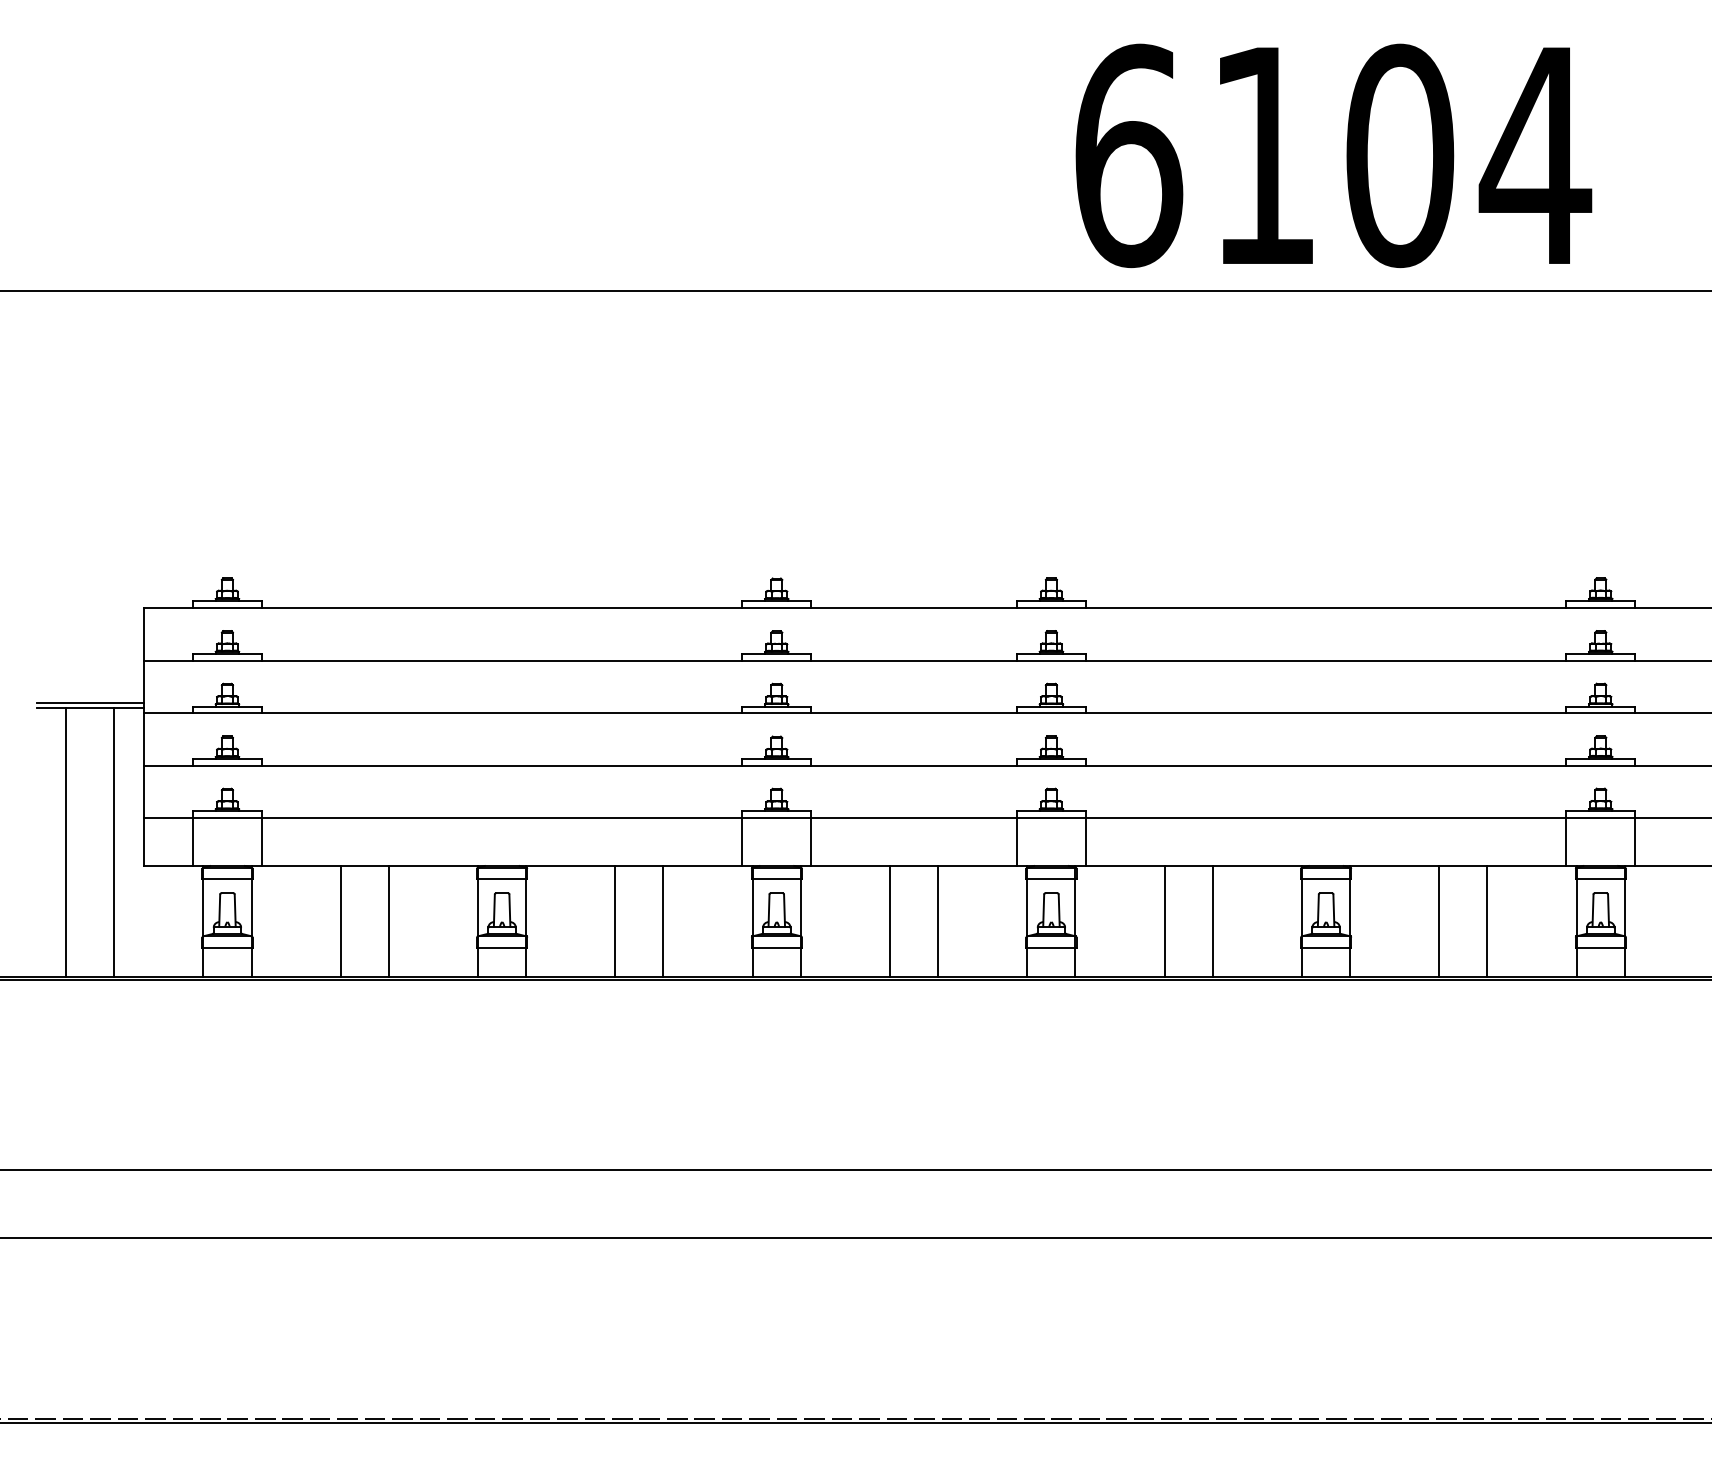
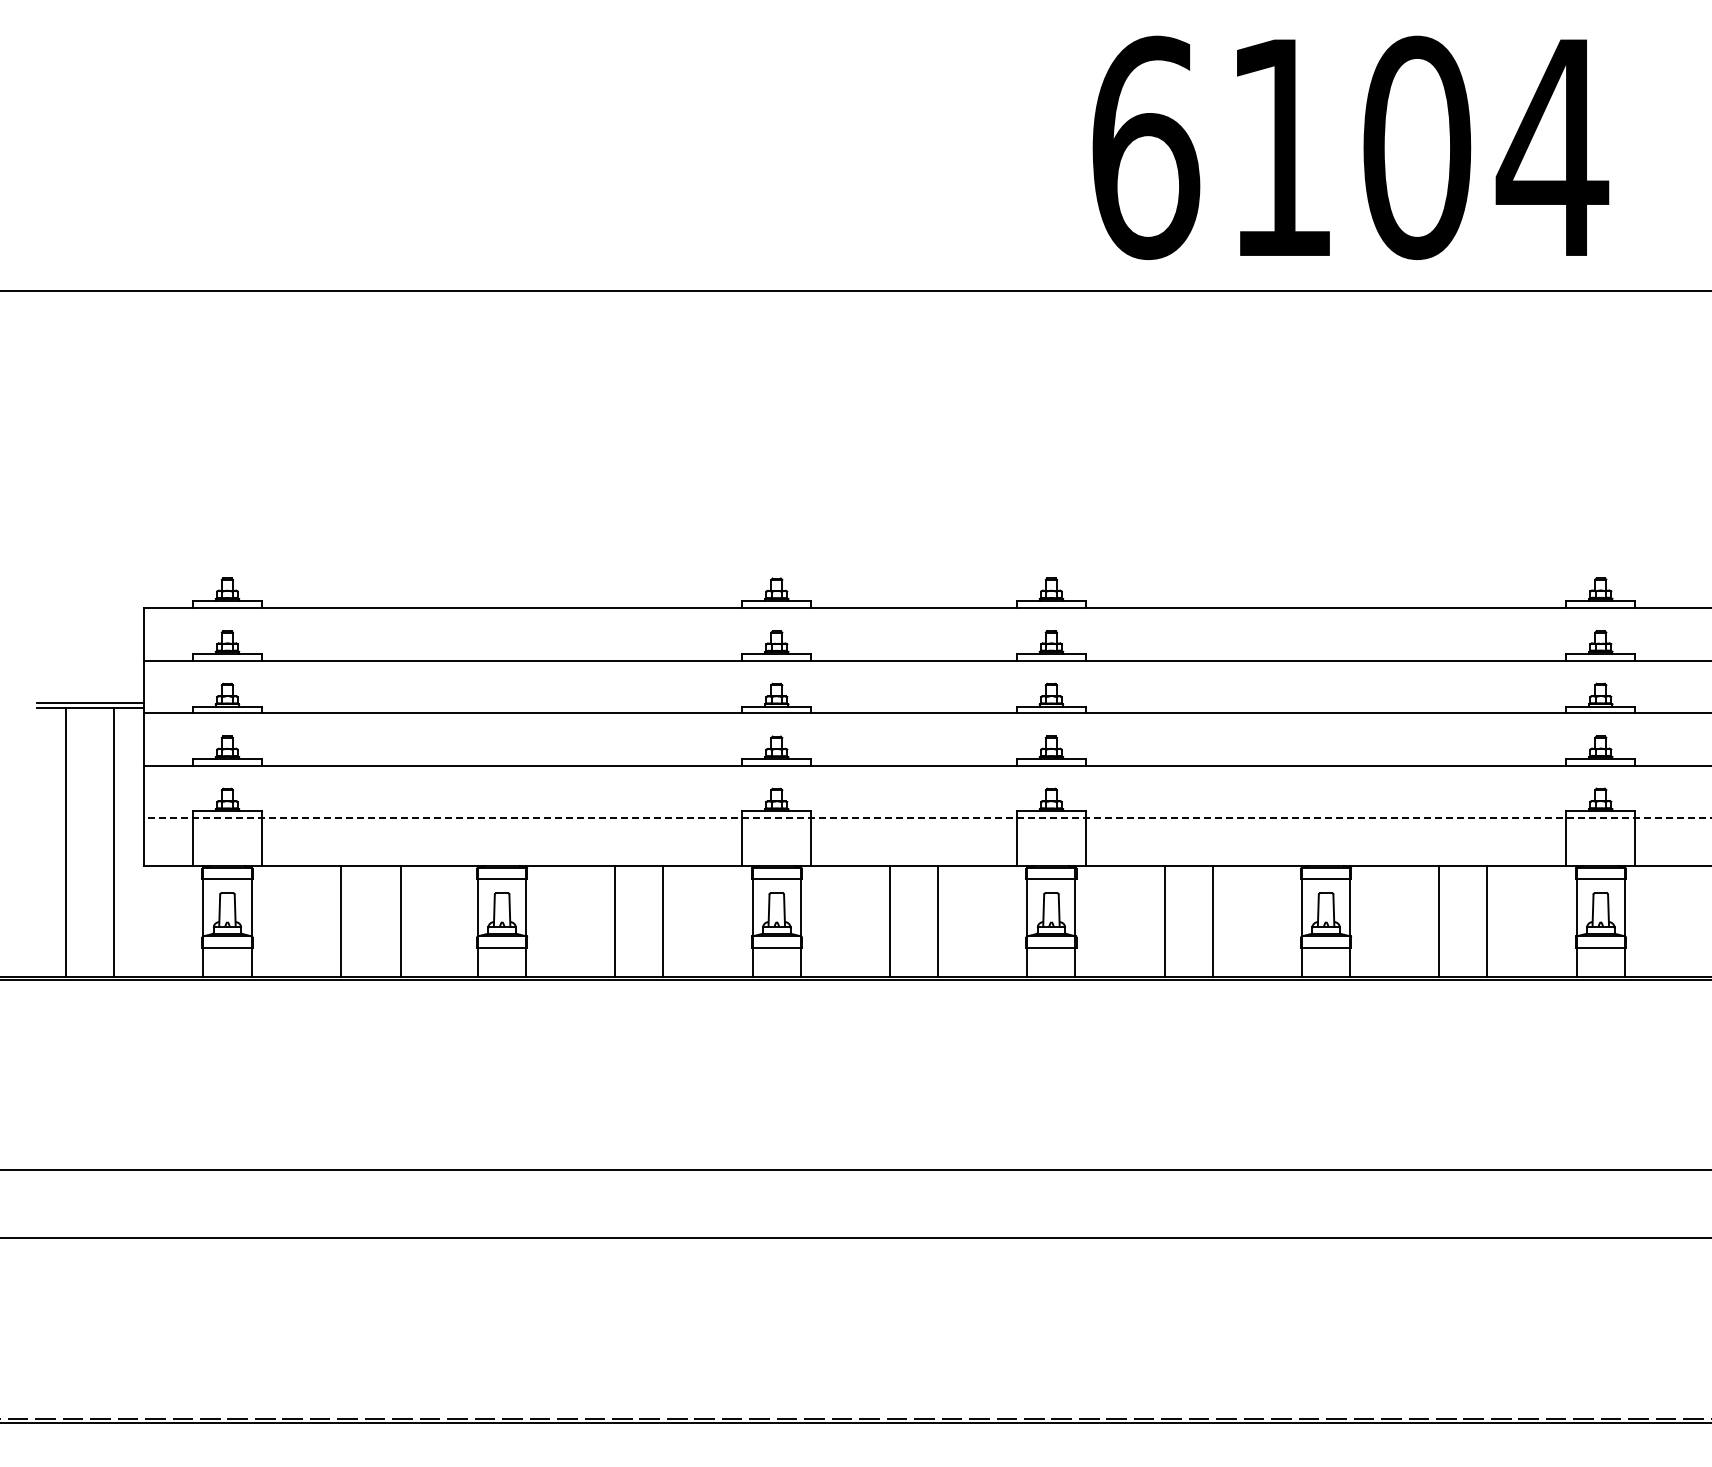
text at (1333, 155) position: (1333, 155) -> (1350, 147)
line at (927, 817): solid -> dashed
line at (388, 921) position: (388, 921) -> (400, 921)
